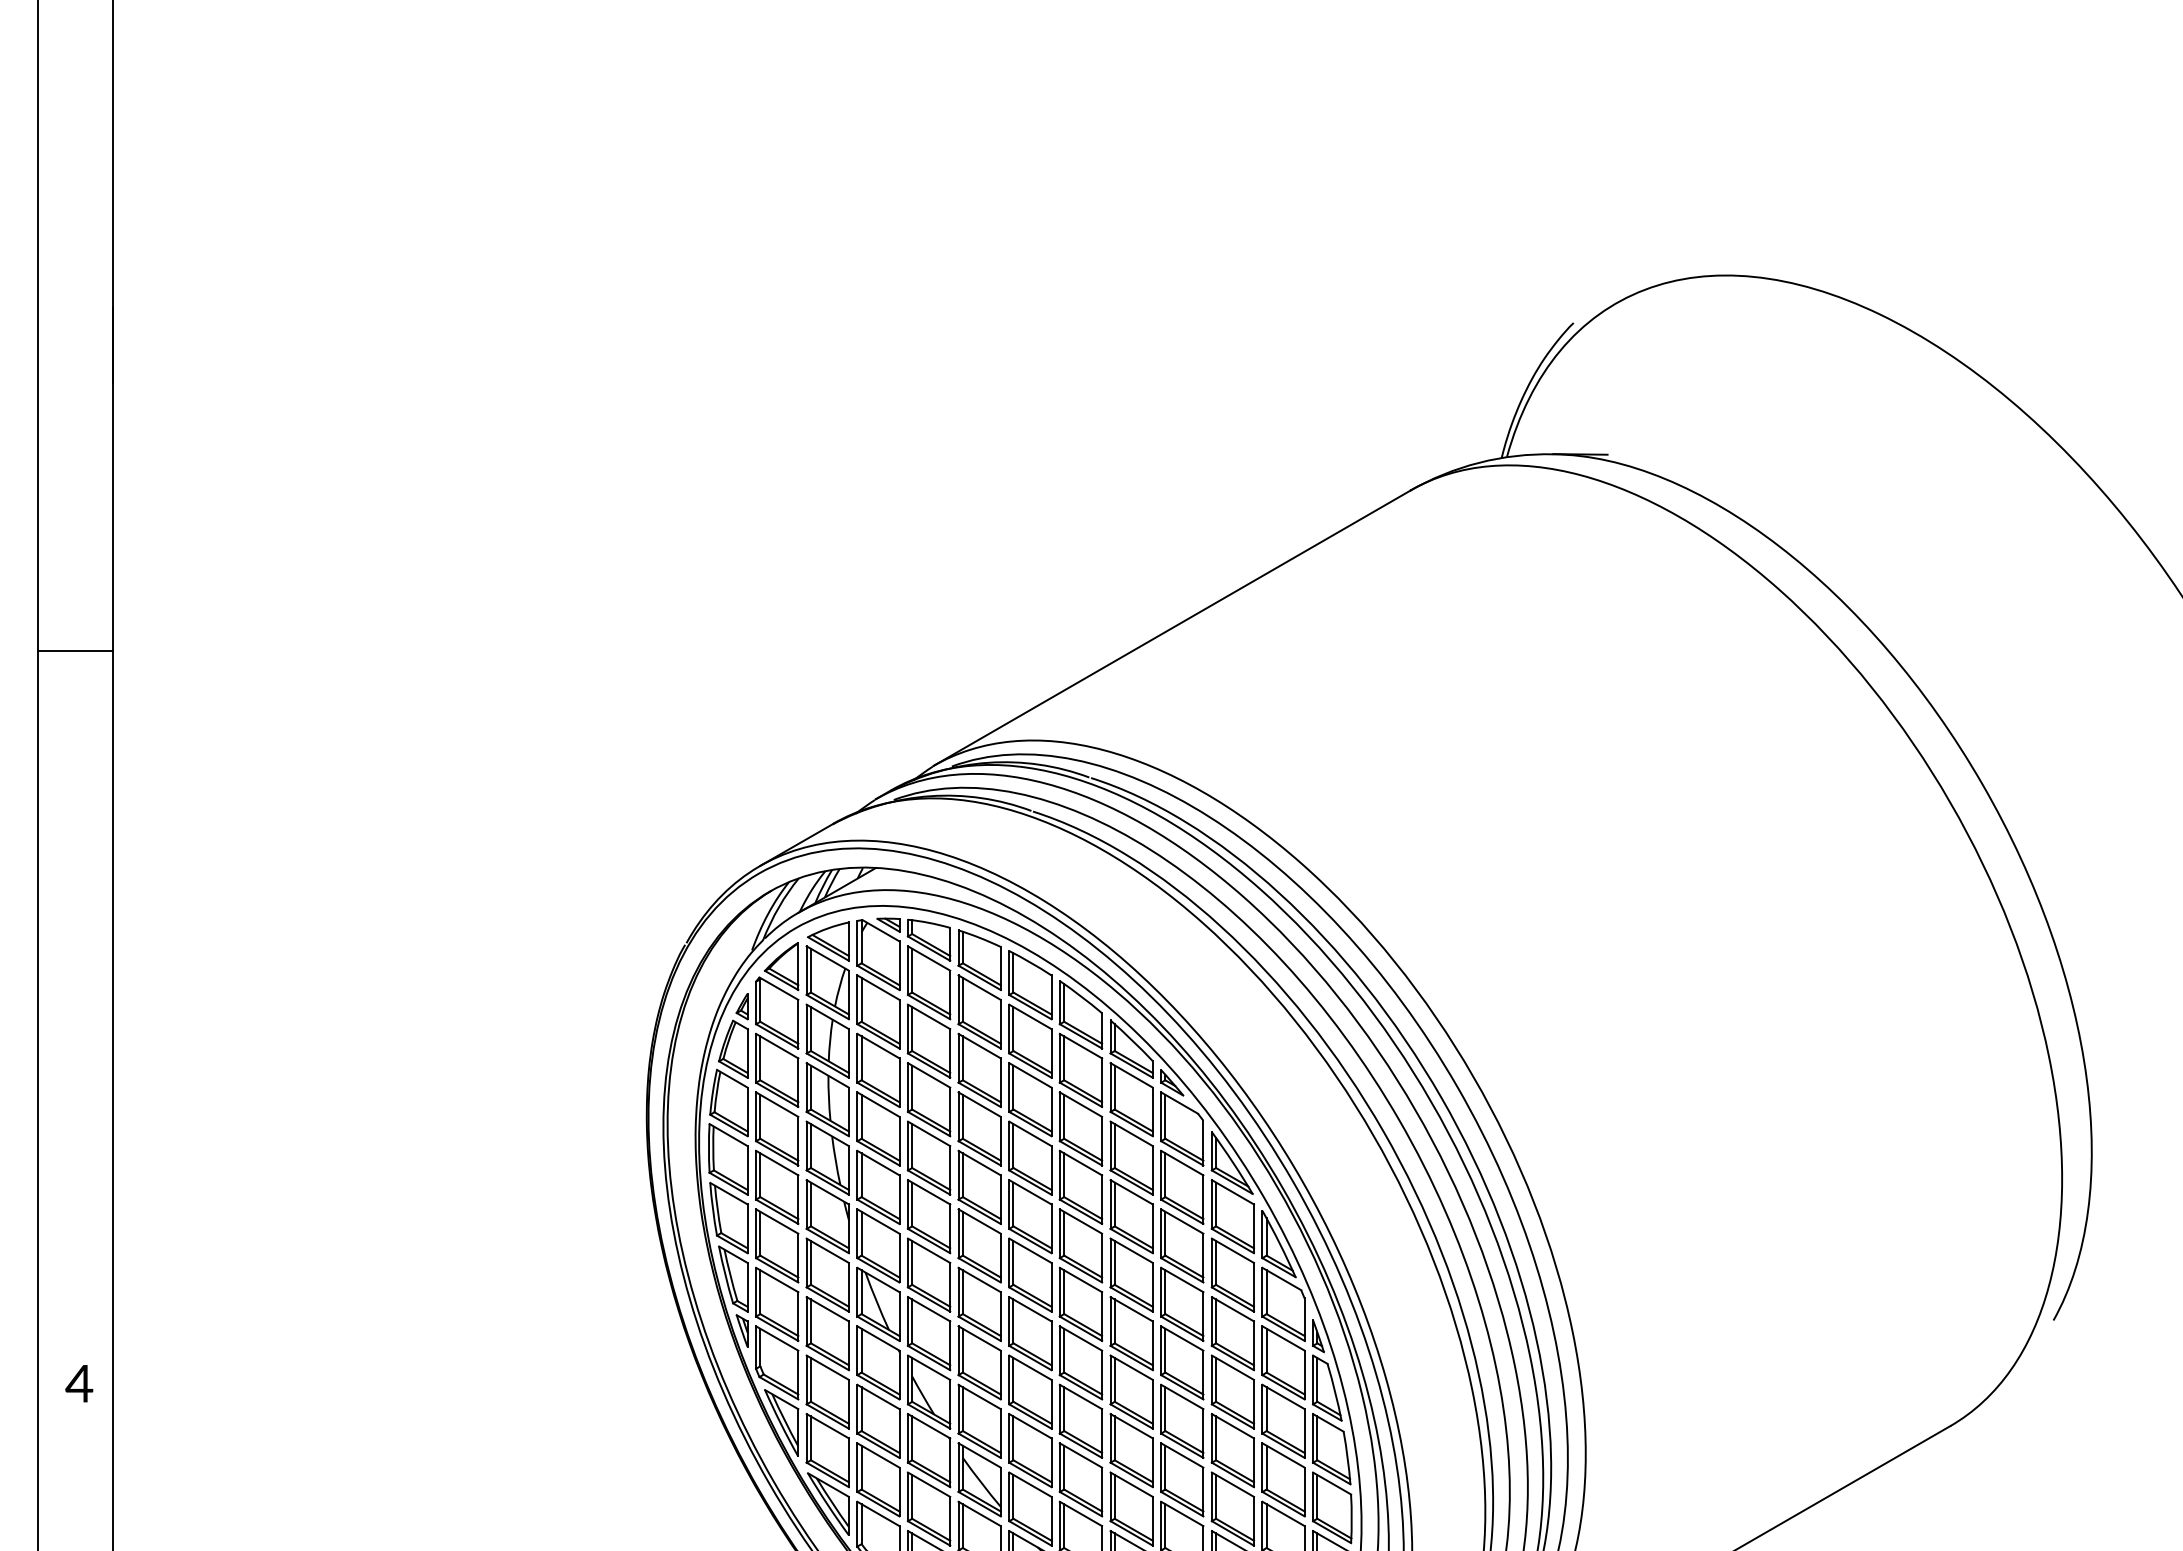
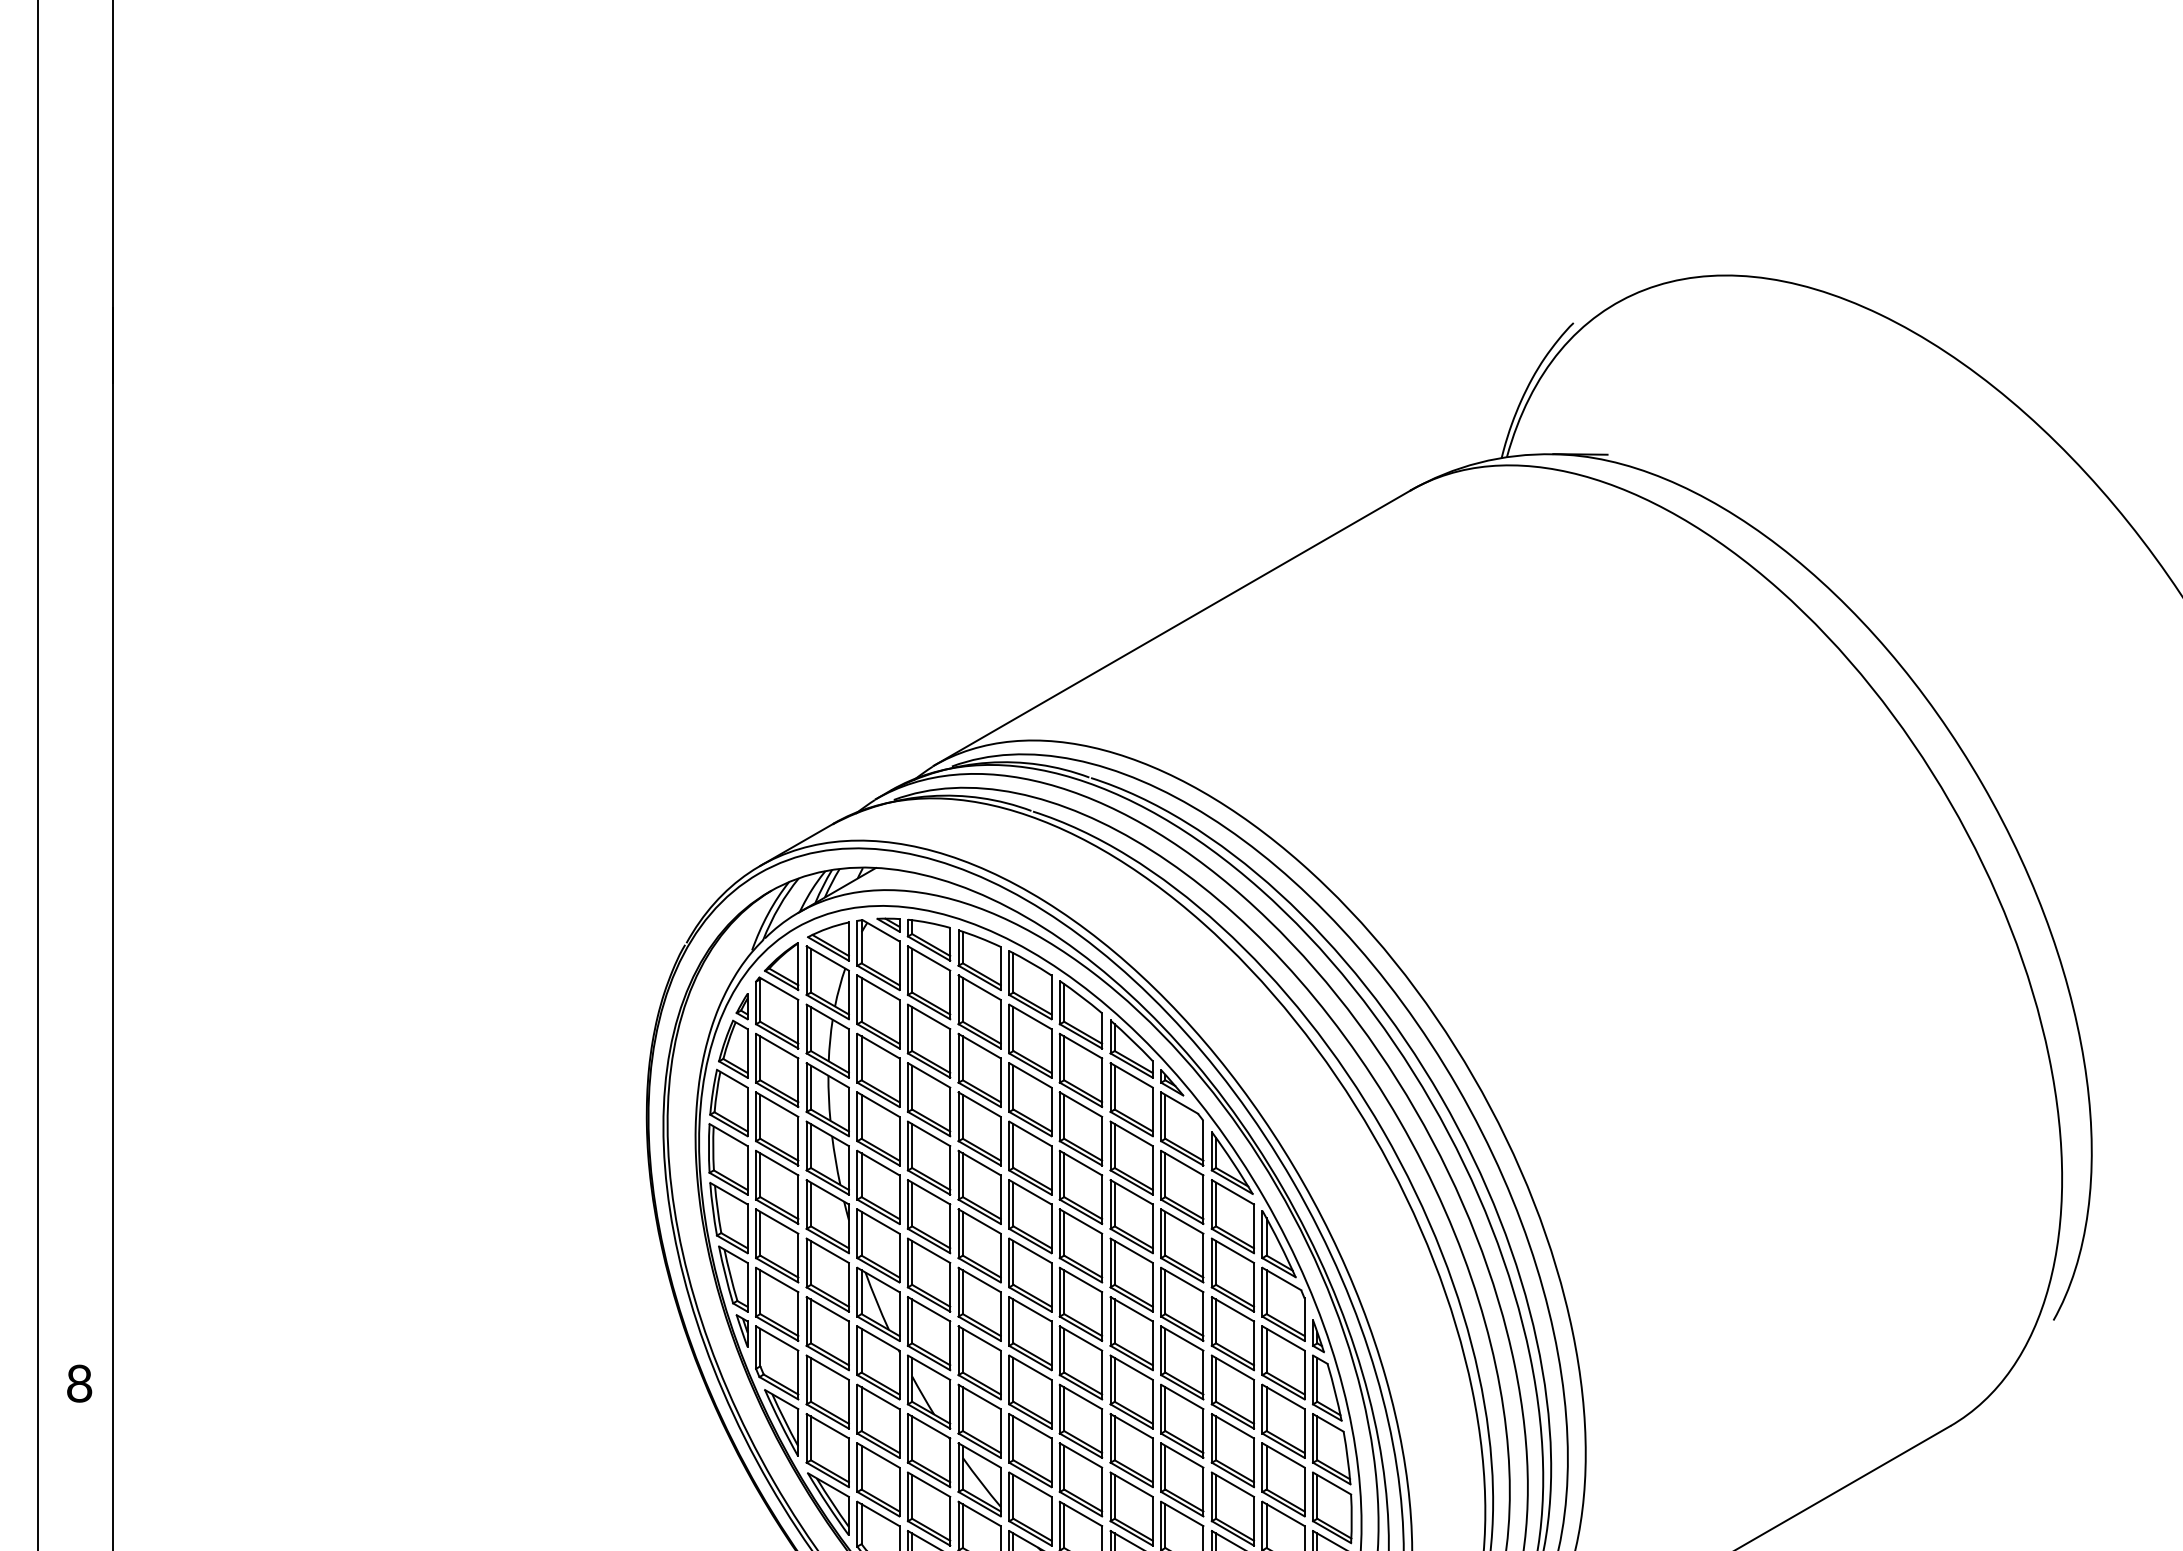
line at (75, 651): present -> none
text at (79, 1383): 4 -> 8
